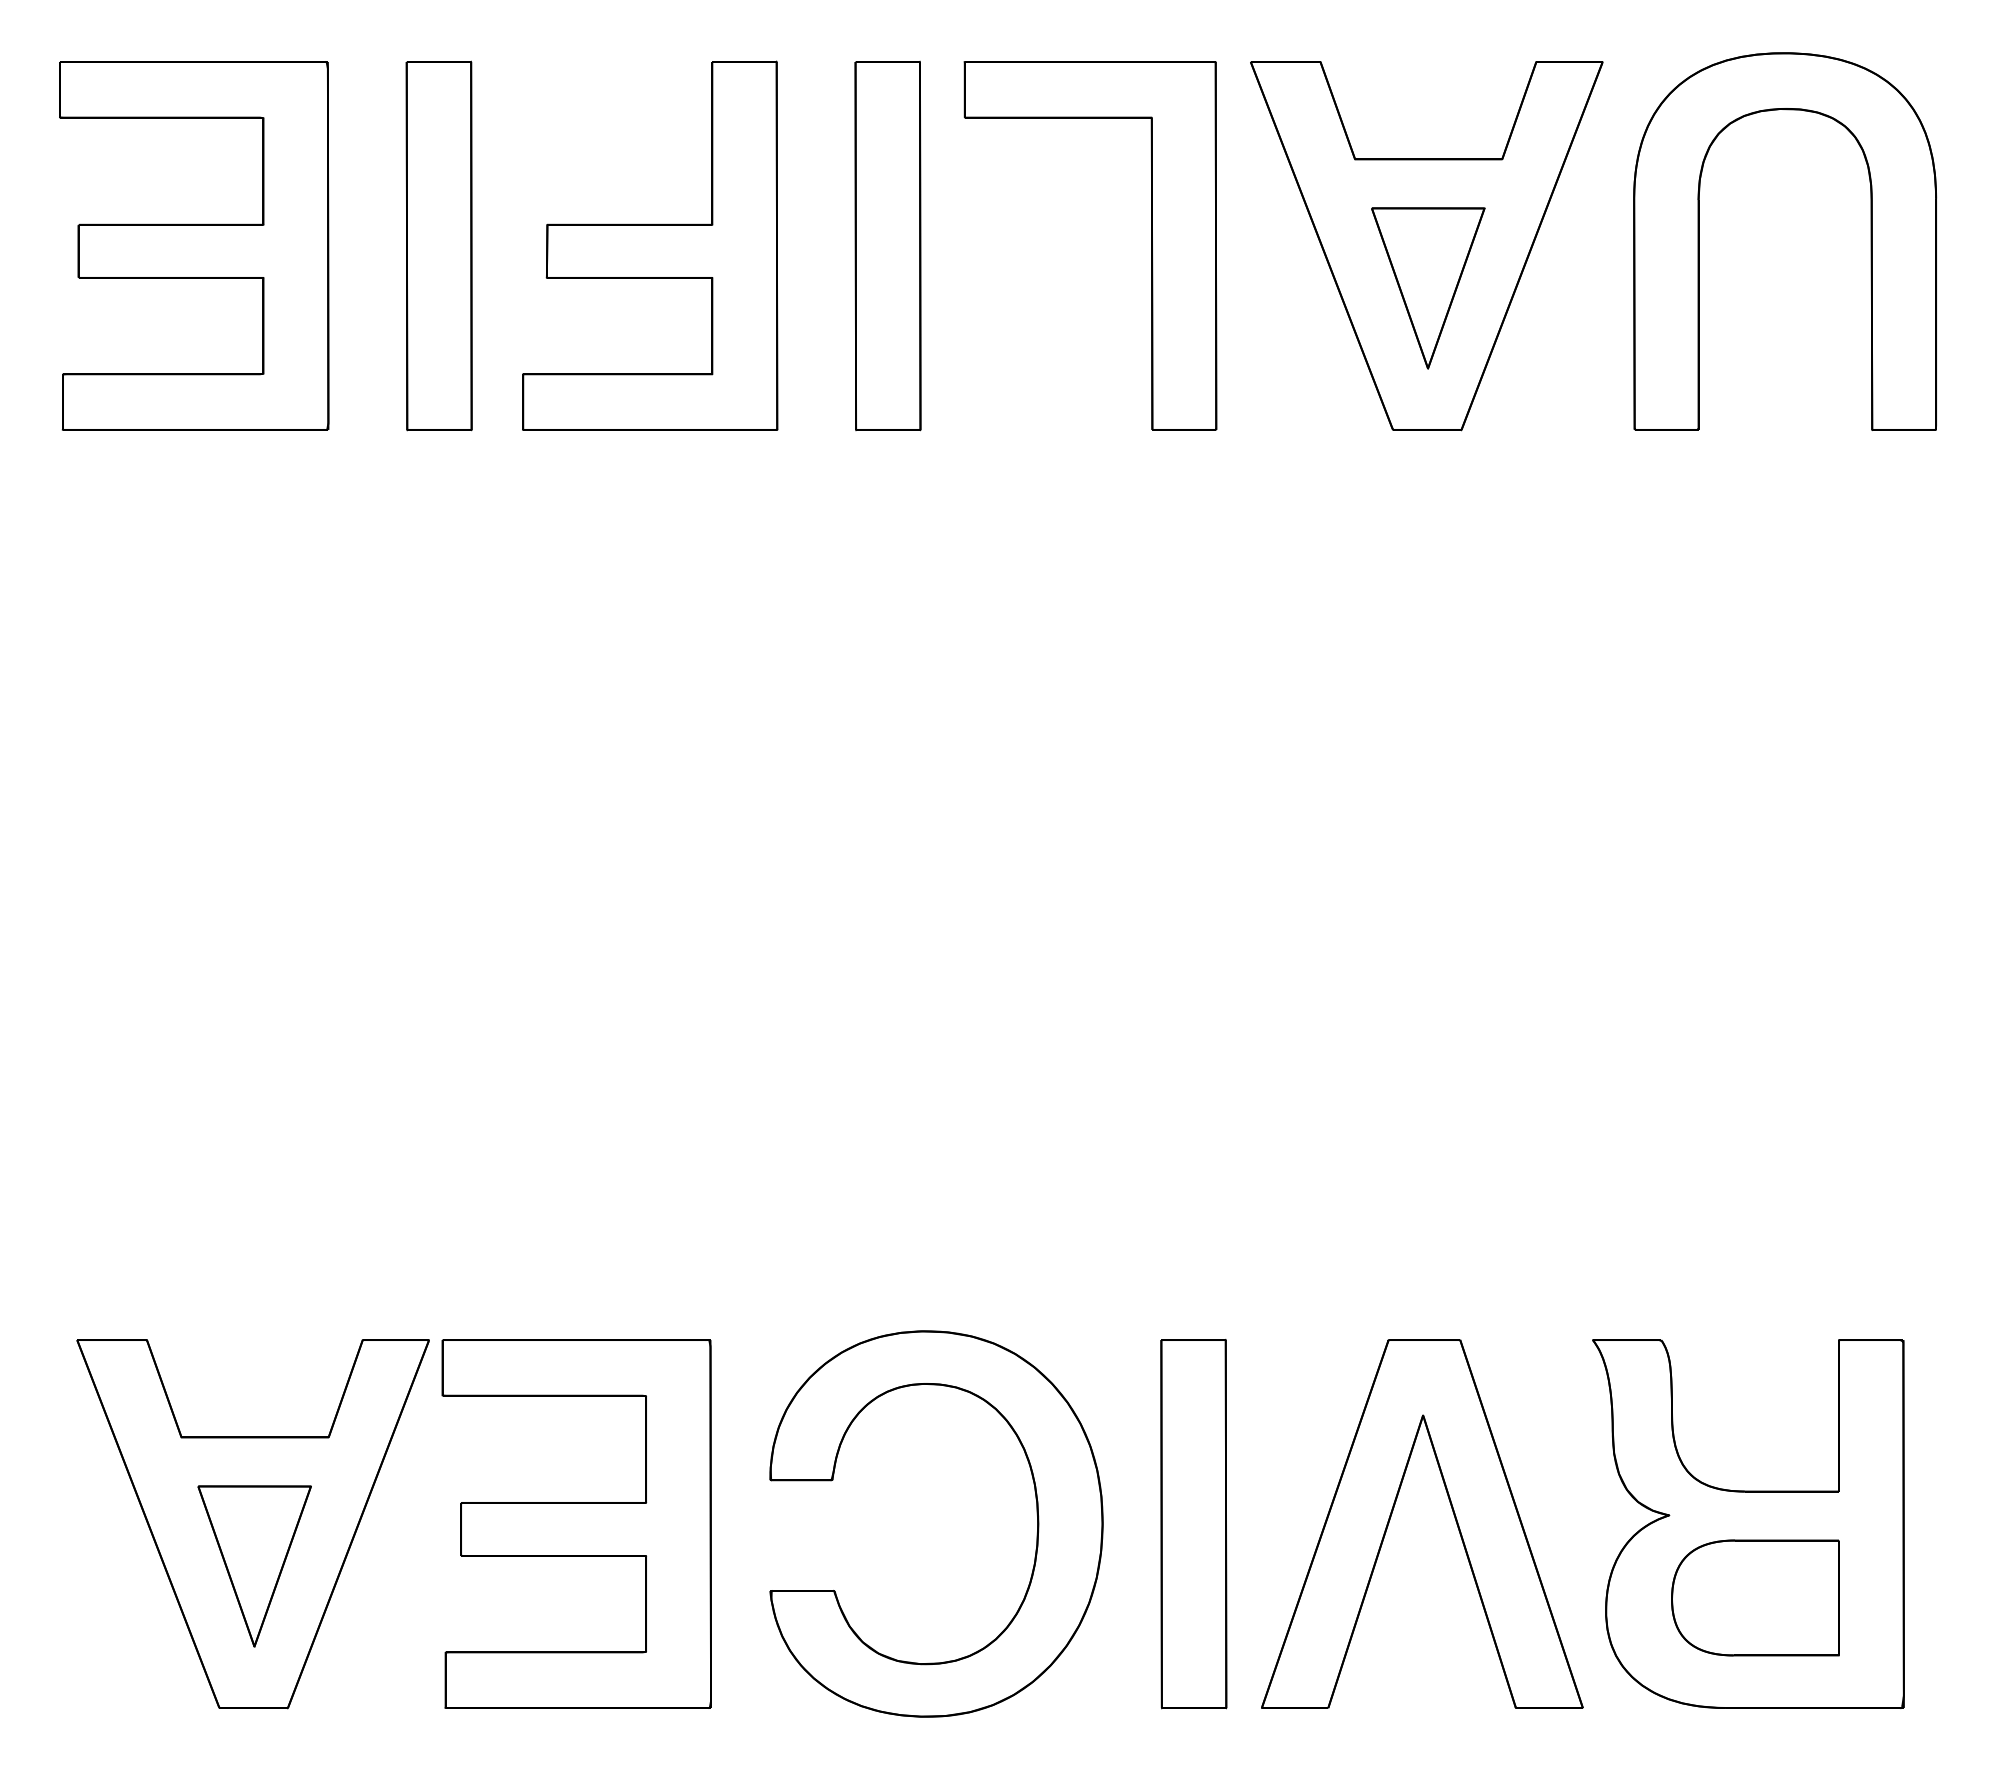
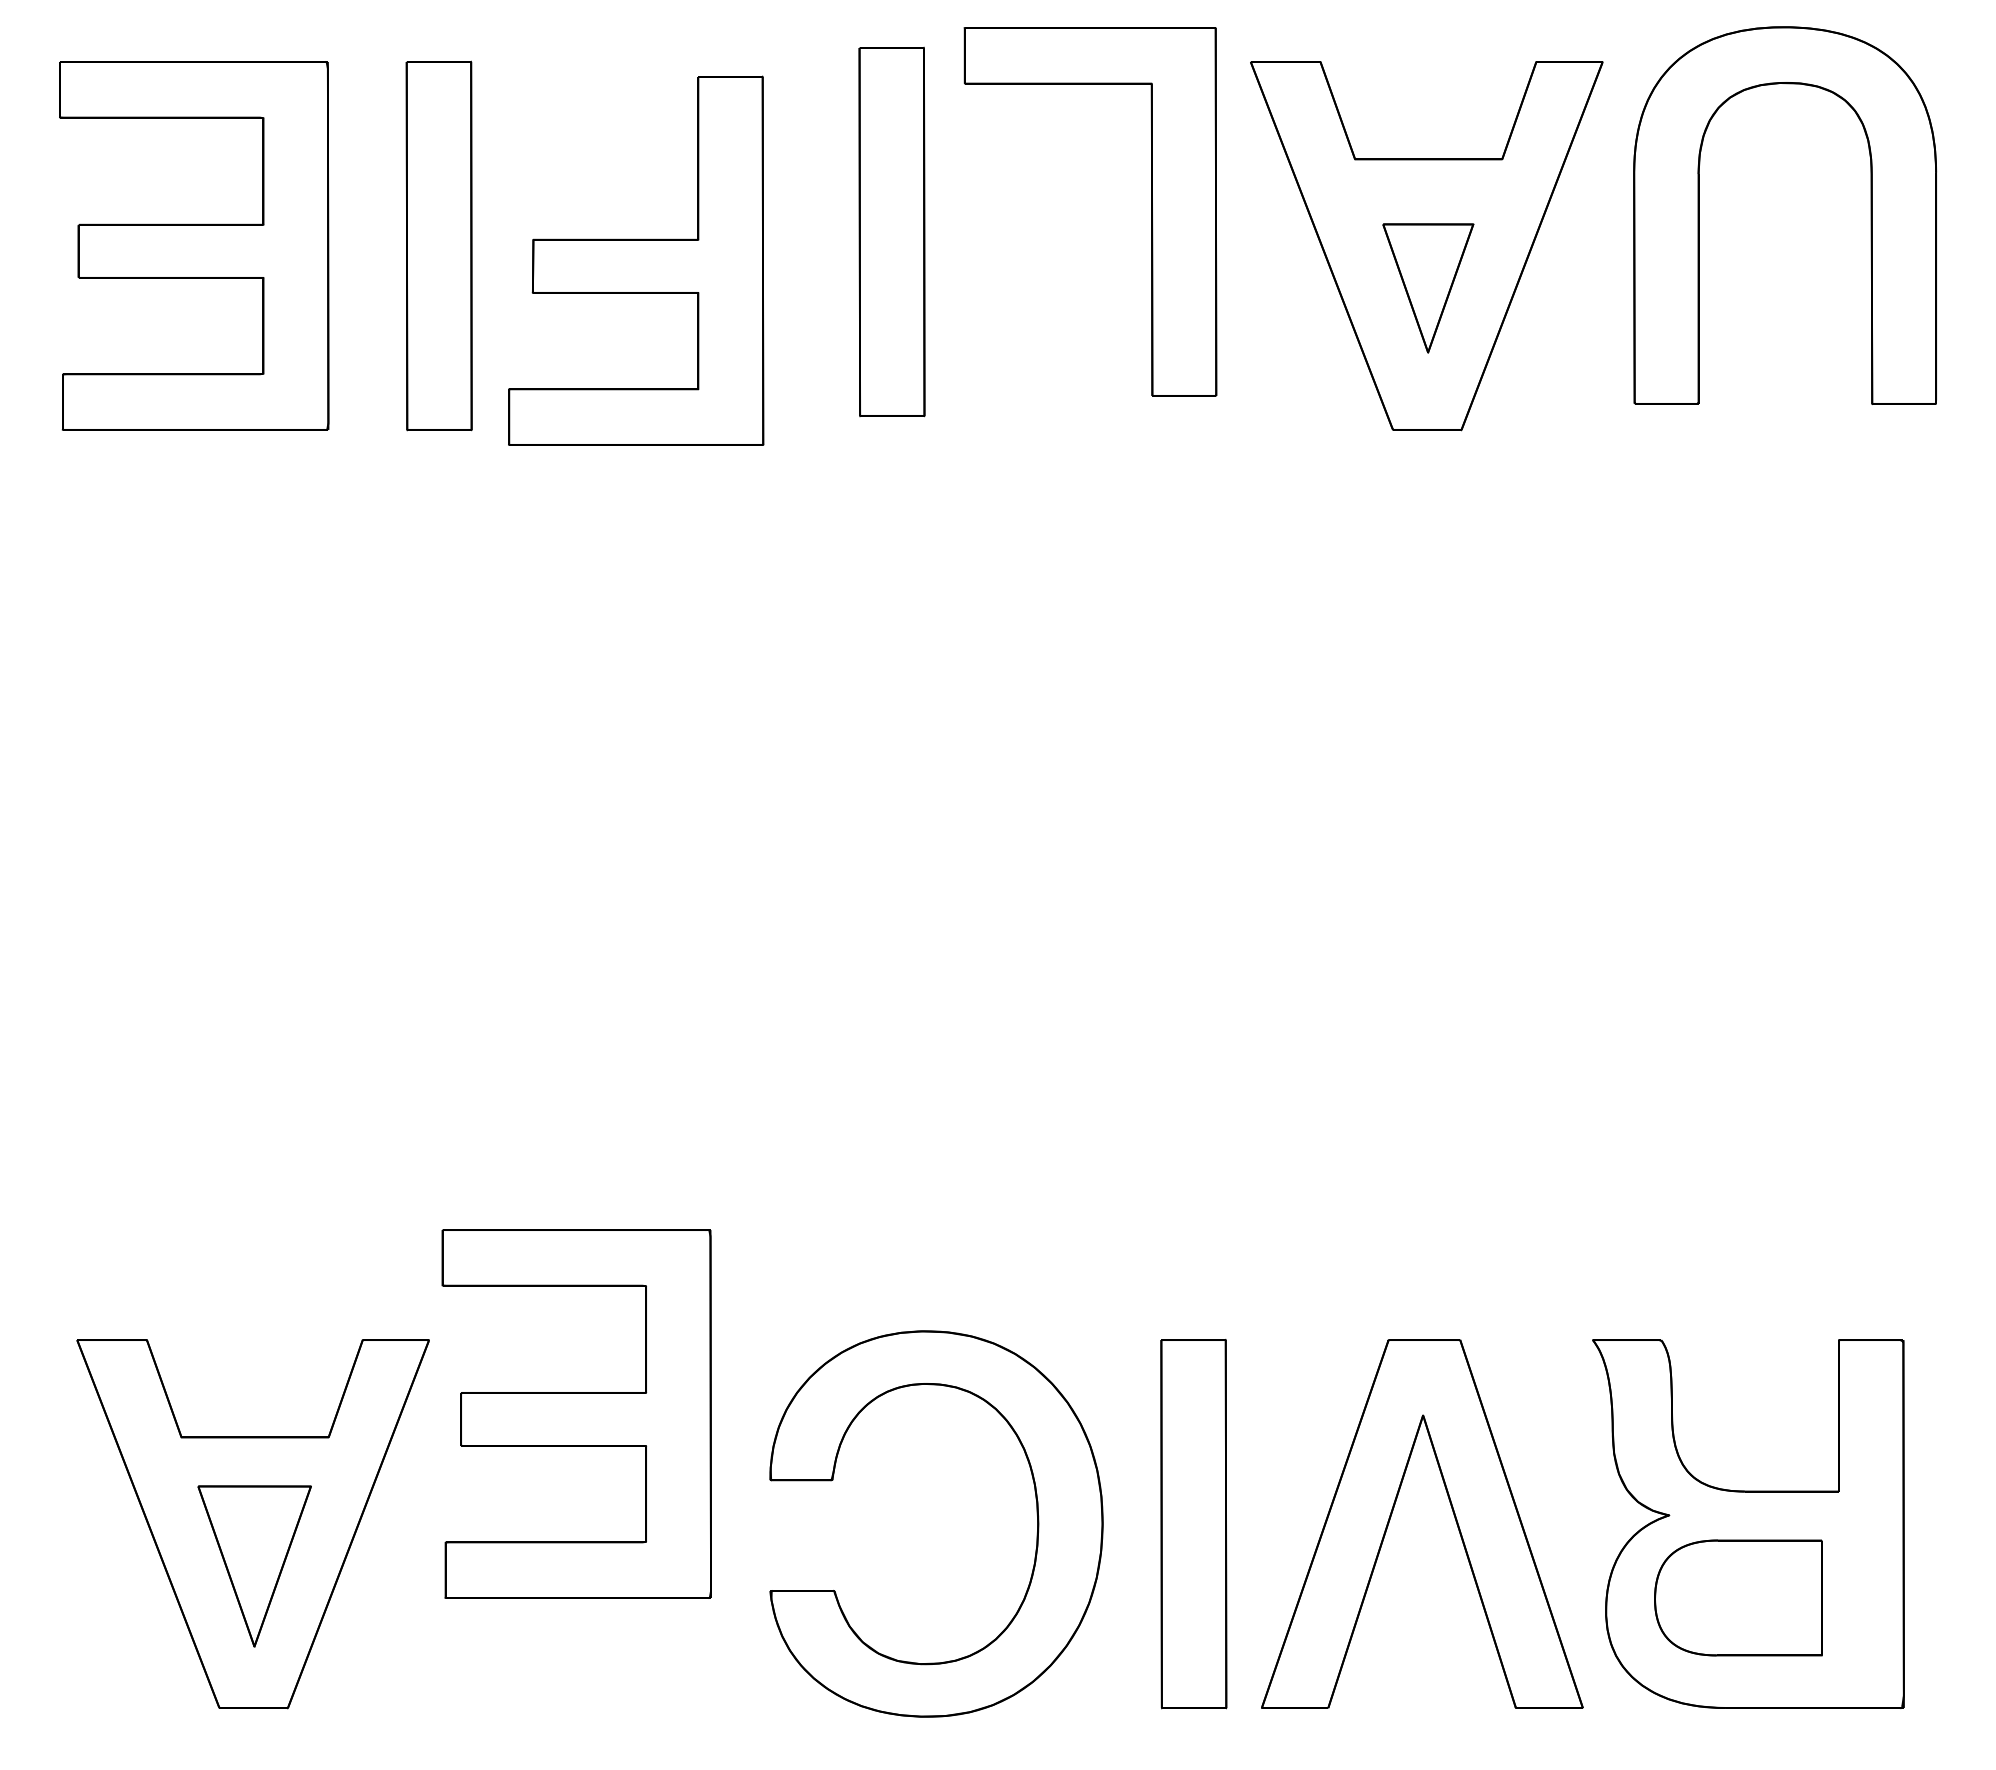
part at (1870, 241) position: (1870, 241) -> (1870, 215)
part at (650, 245) position: (650, 245) -> (636, 260)
part at (887, 245) position: (887, 245) -> (891, 231)
part at (1151, 245) position: (1151, 245) -> (1151, 211)
part at (1428, 288) size: 115x163 px -> 93x131 px
part at (576, 1523) position: (576, 1523) -> (576, 1413)
part at (1755, 1597) position: (1755, 1597) -> (1738, 1597)
